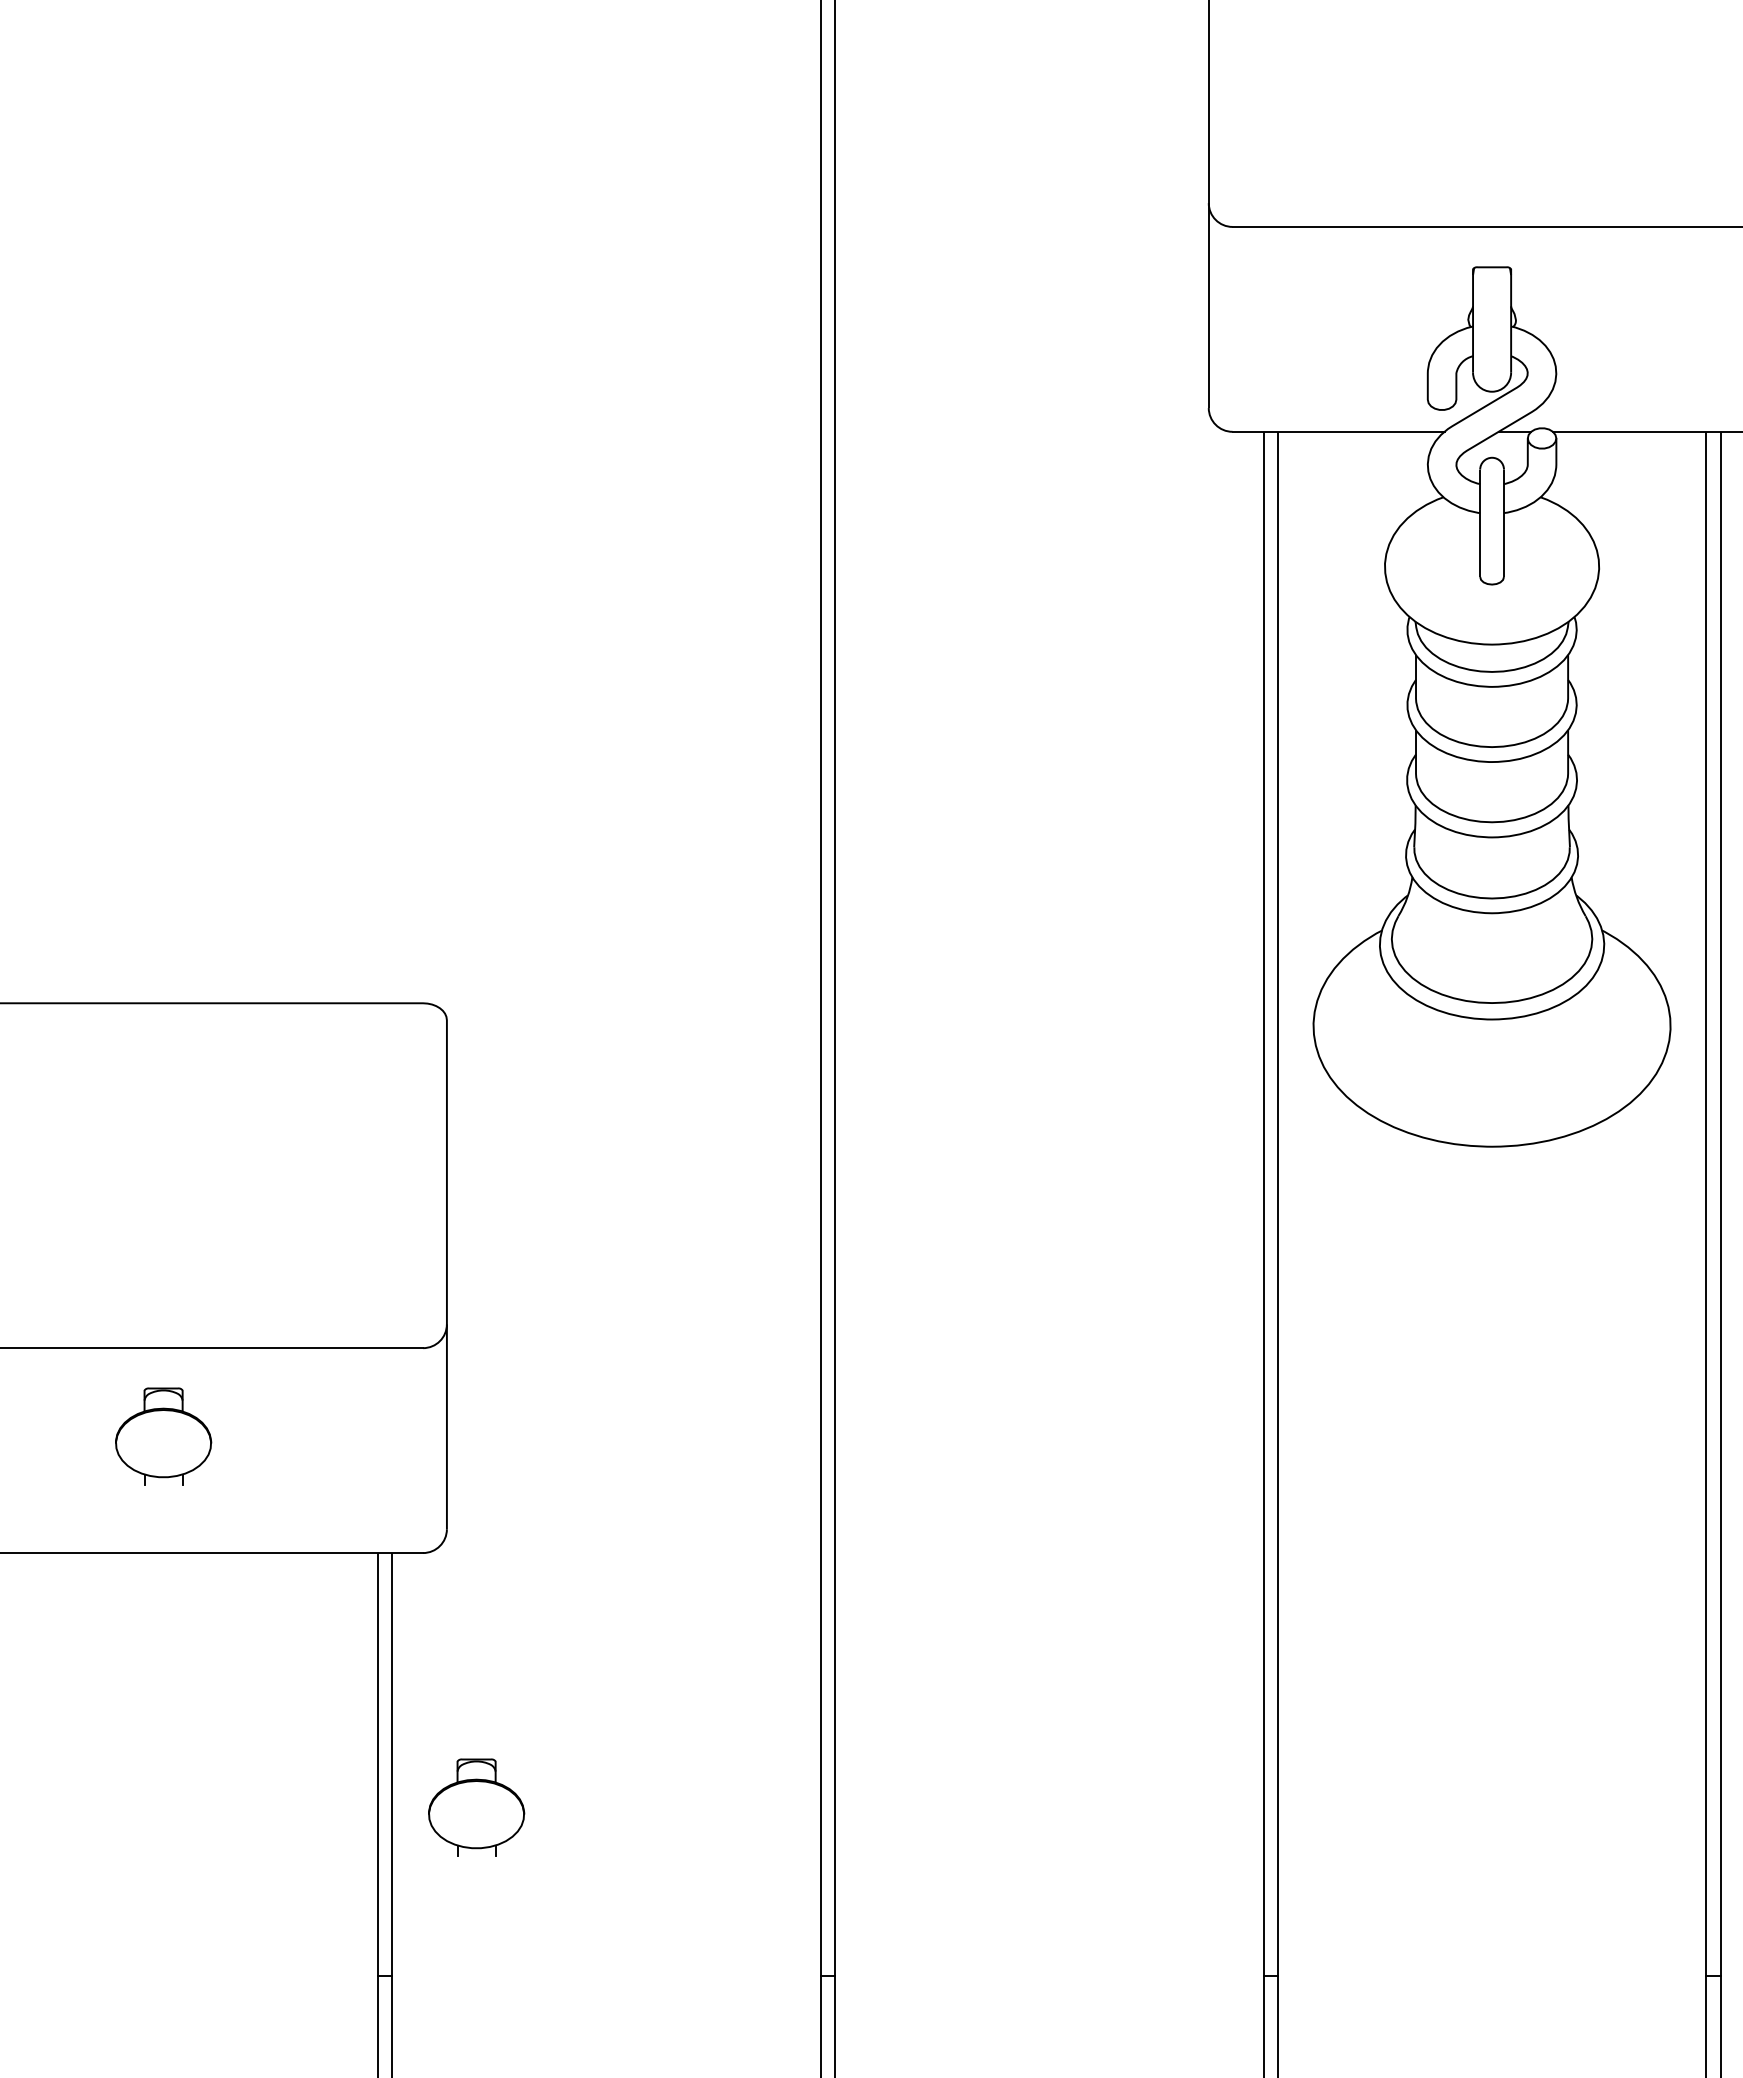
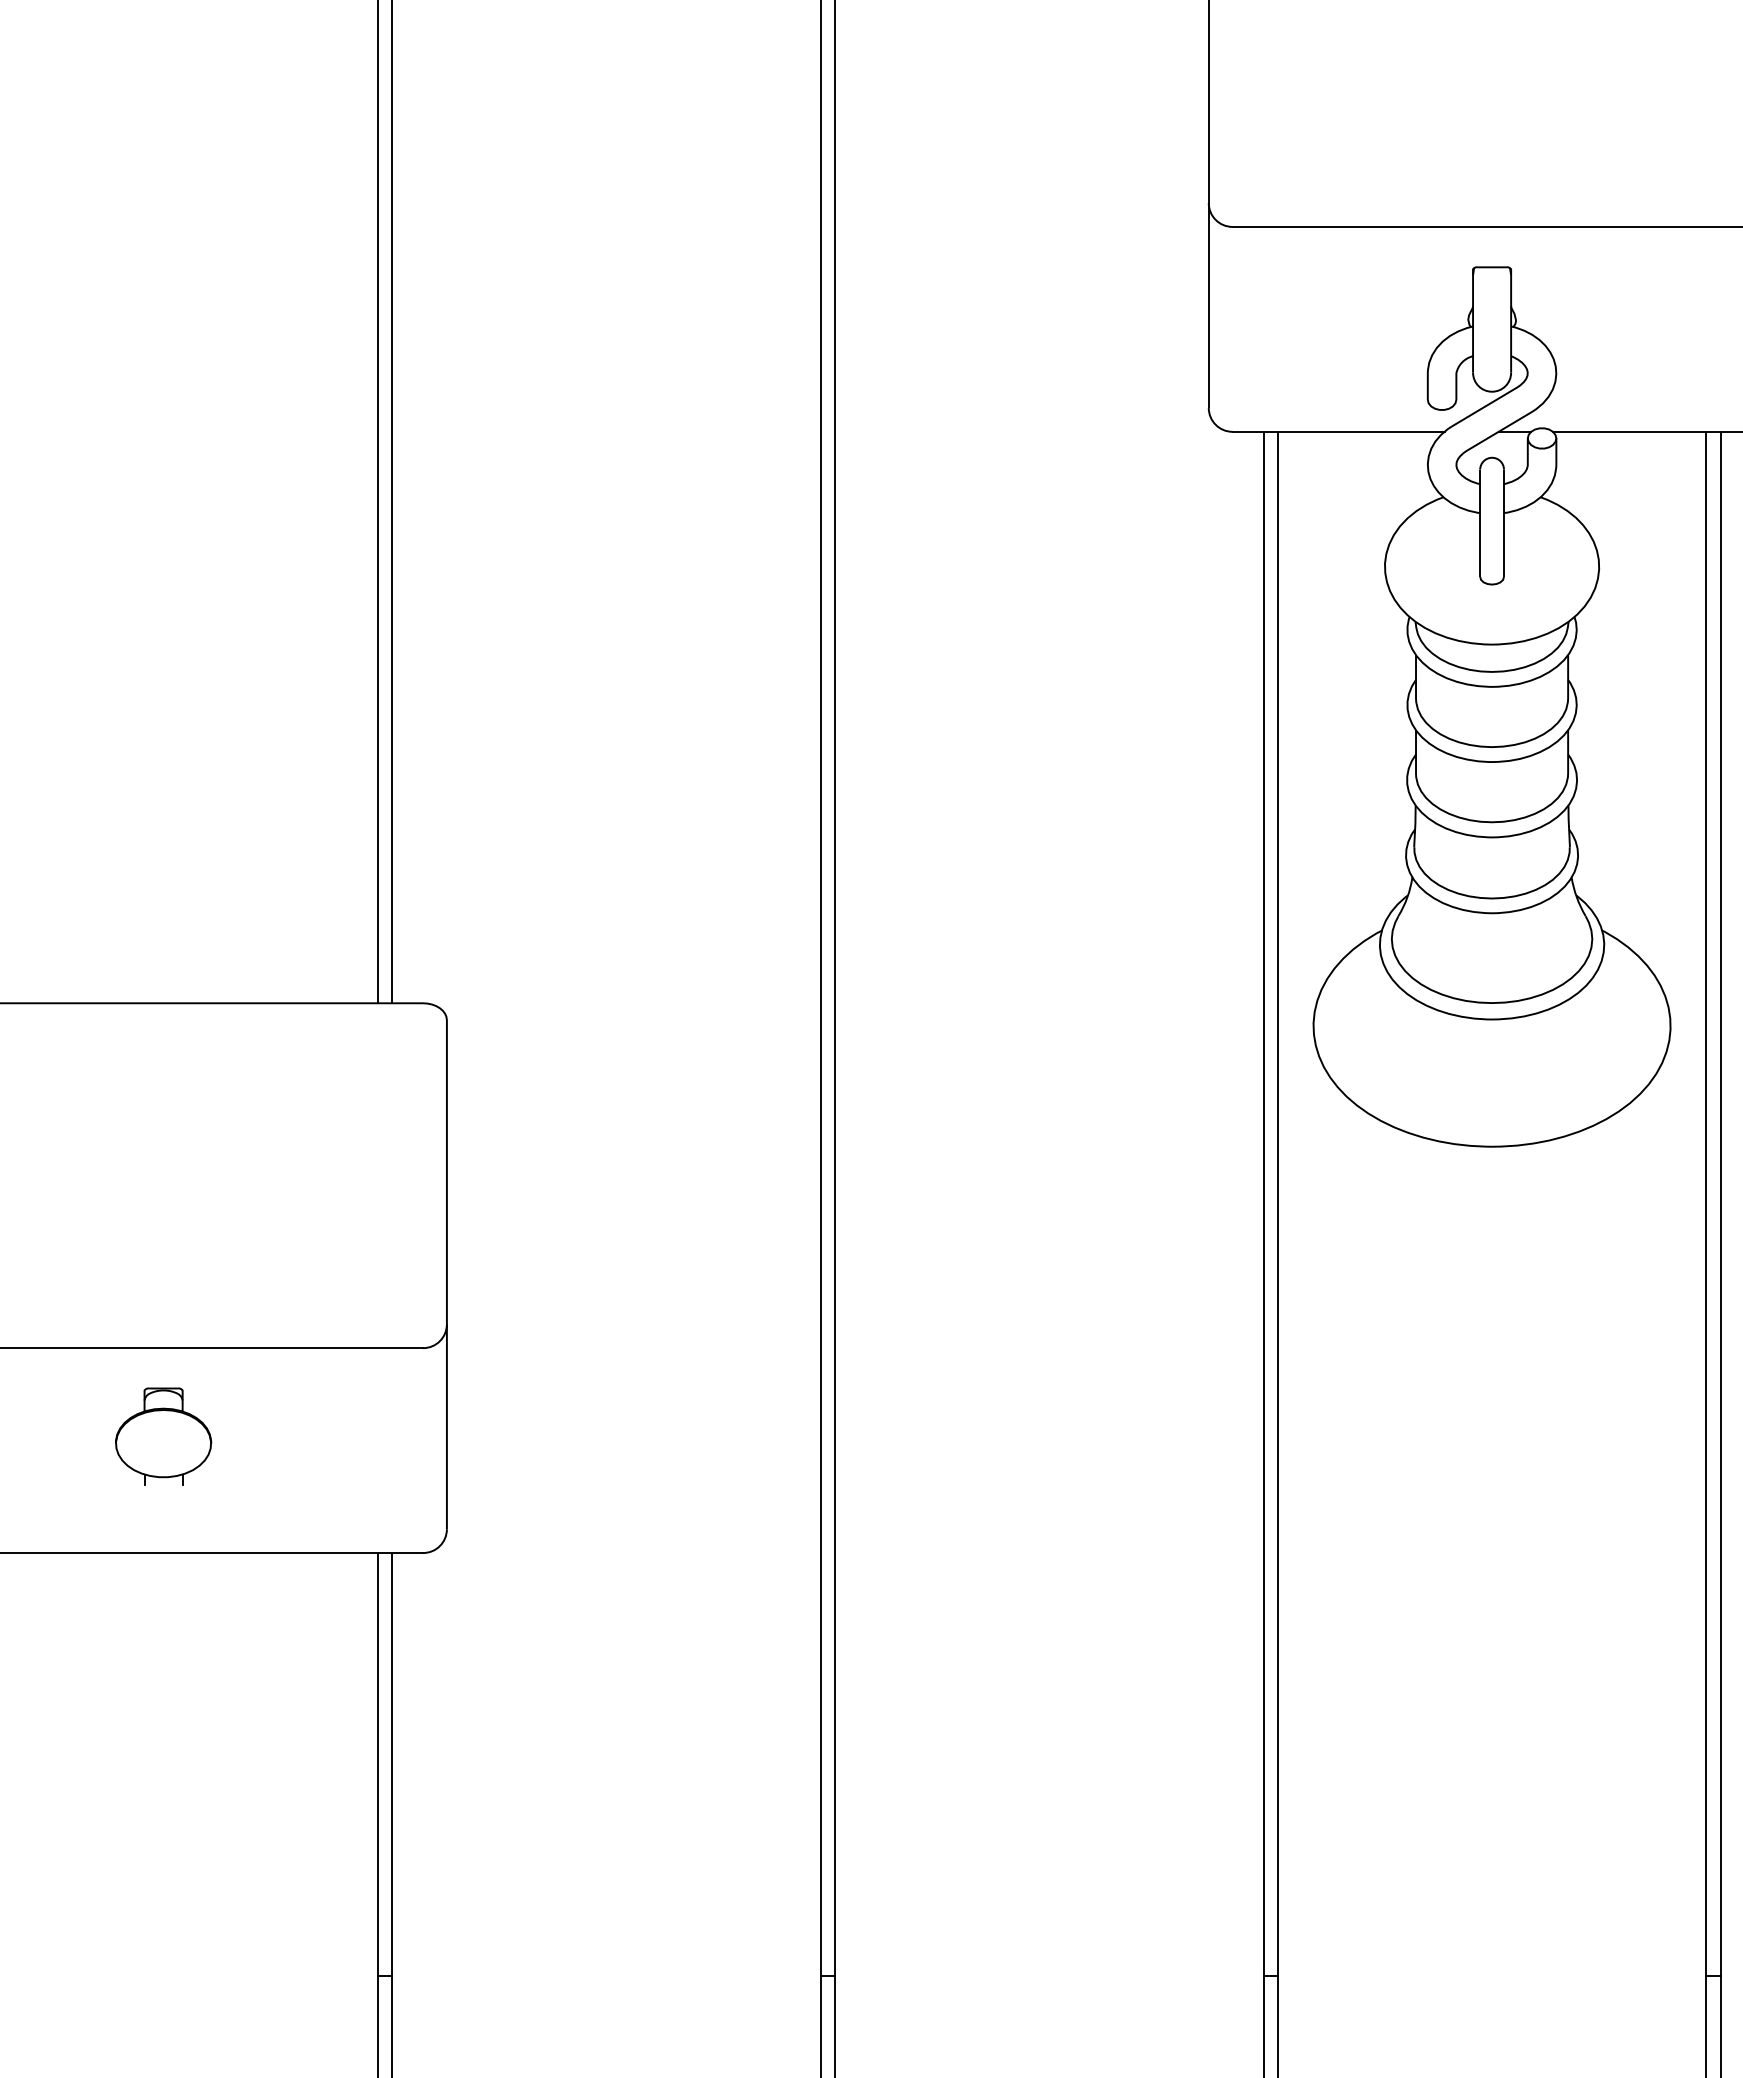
line at (377, 502): none -> present
line at (392, 502): none -> present
part at (476, 1807): present -> none
